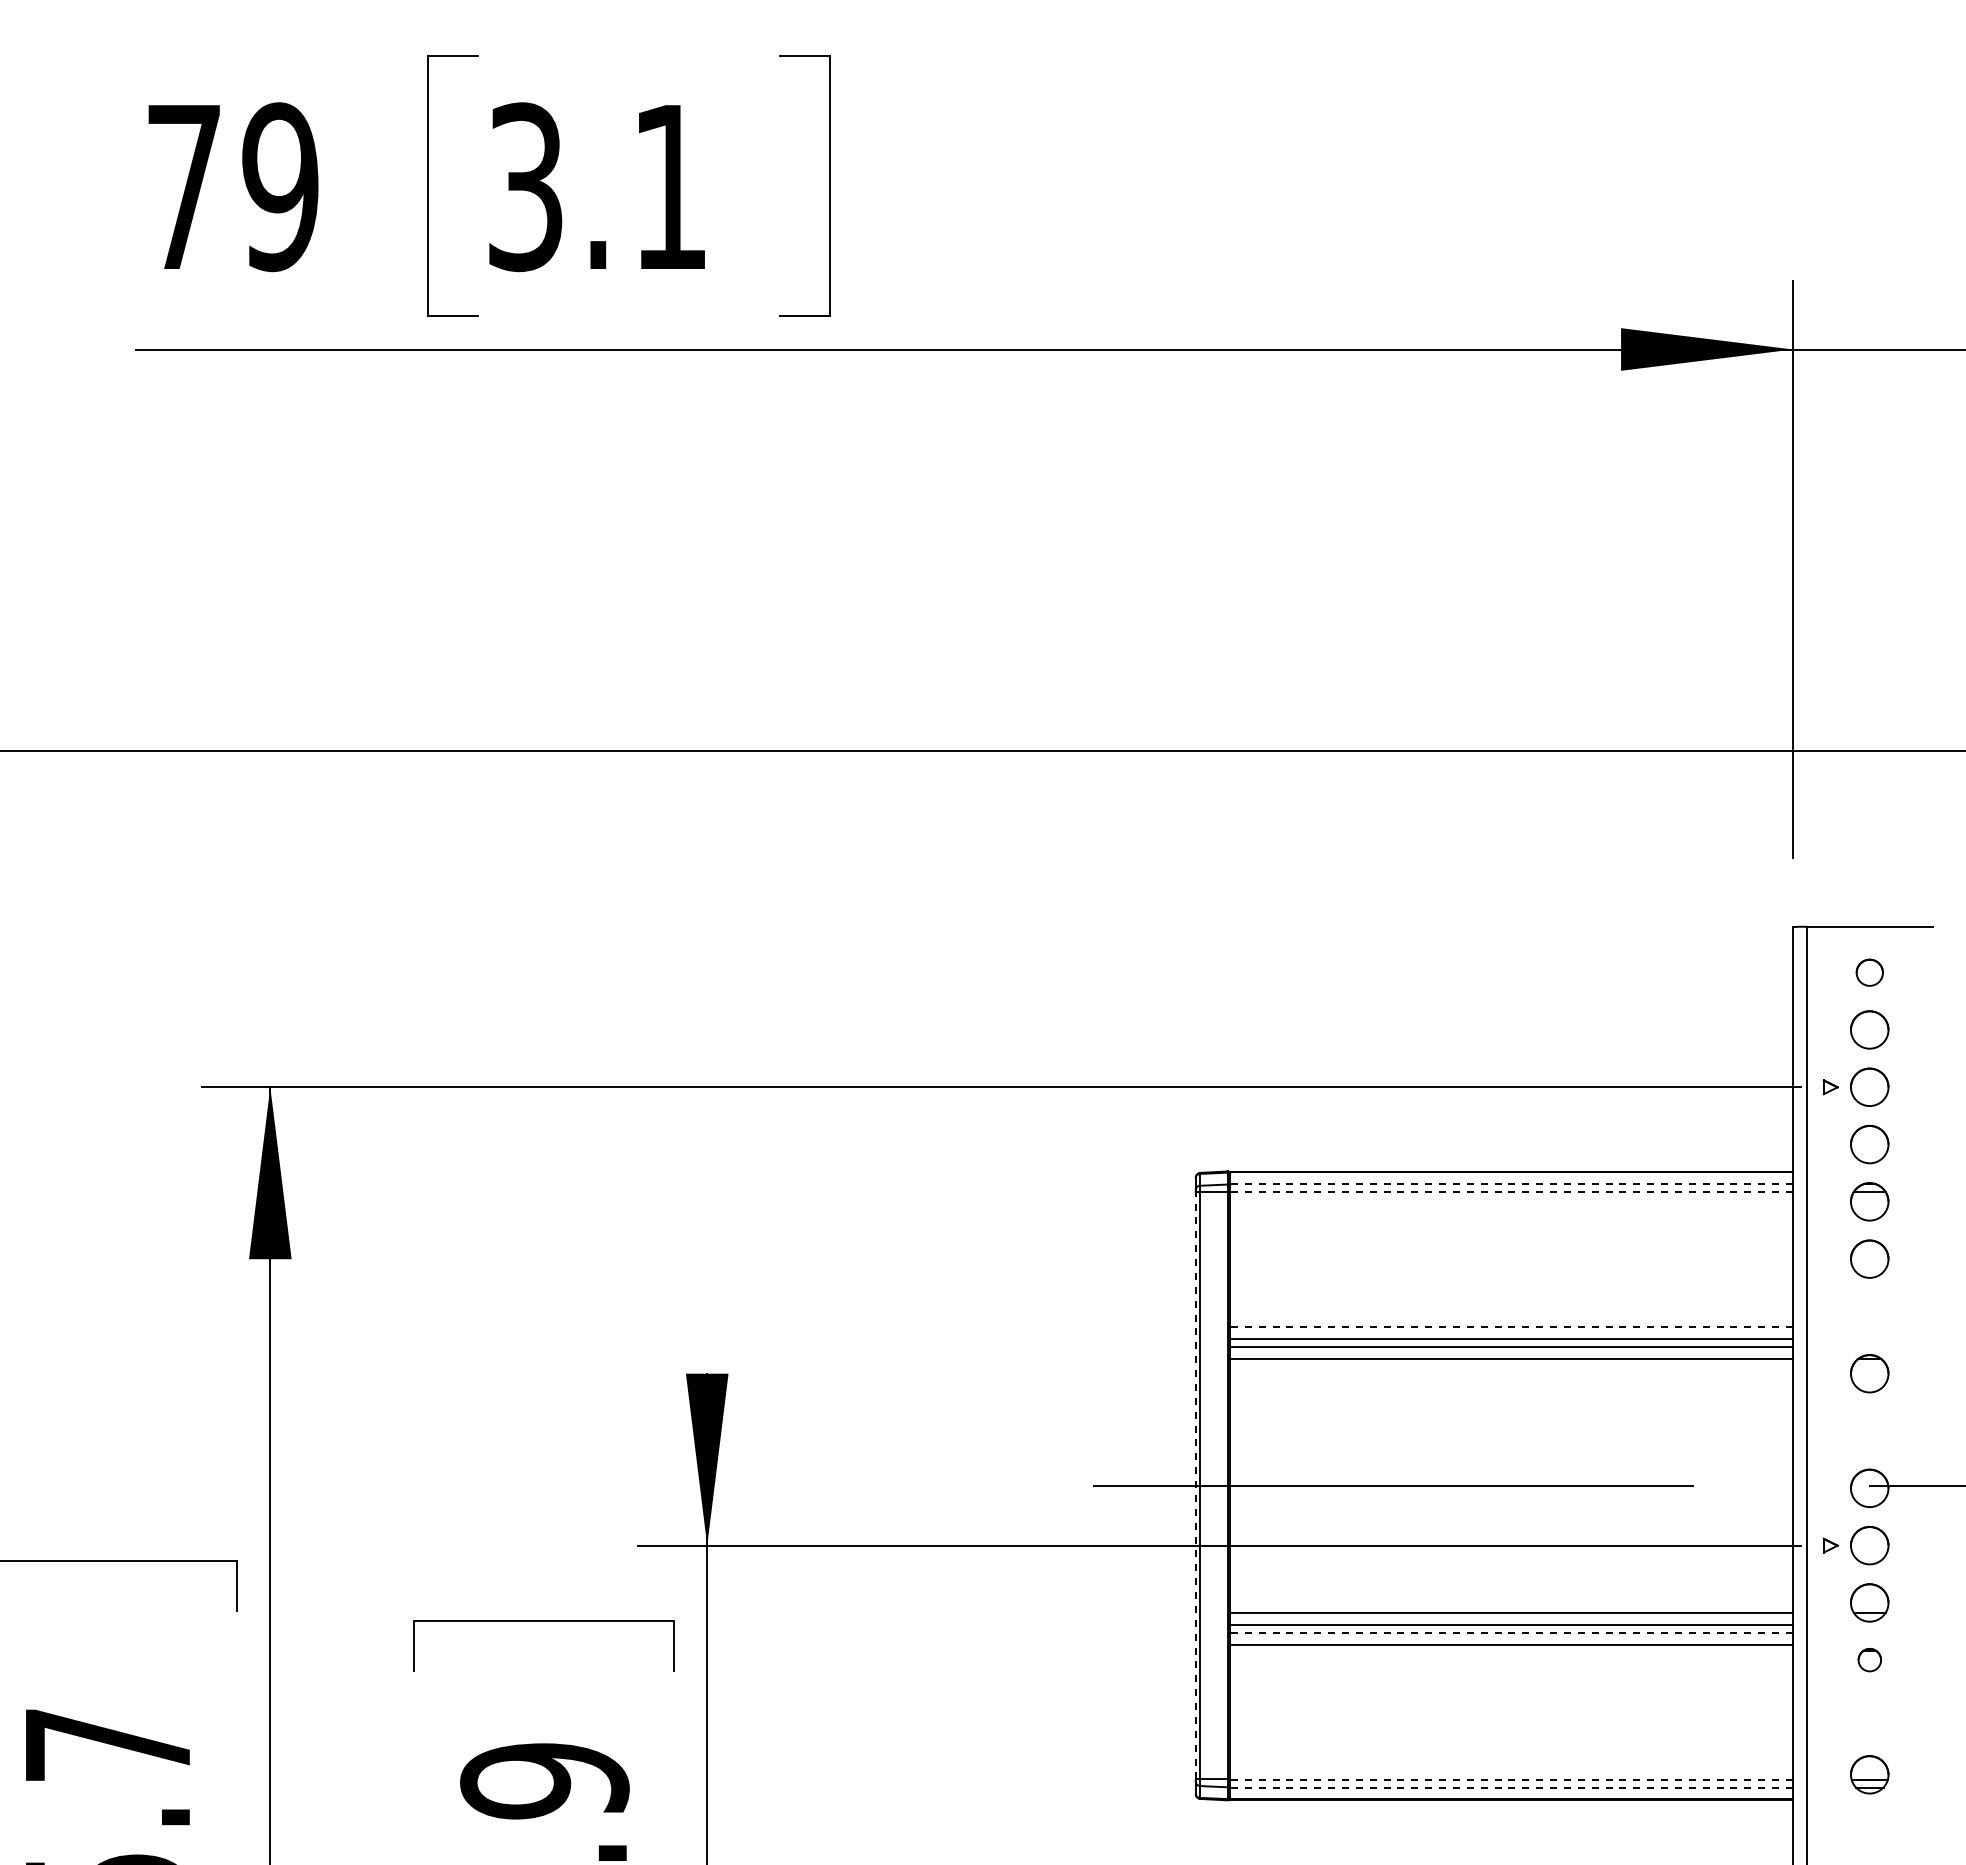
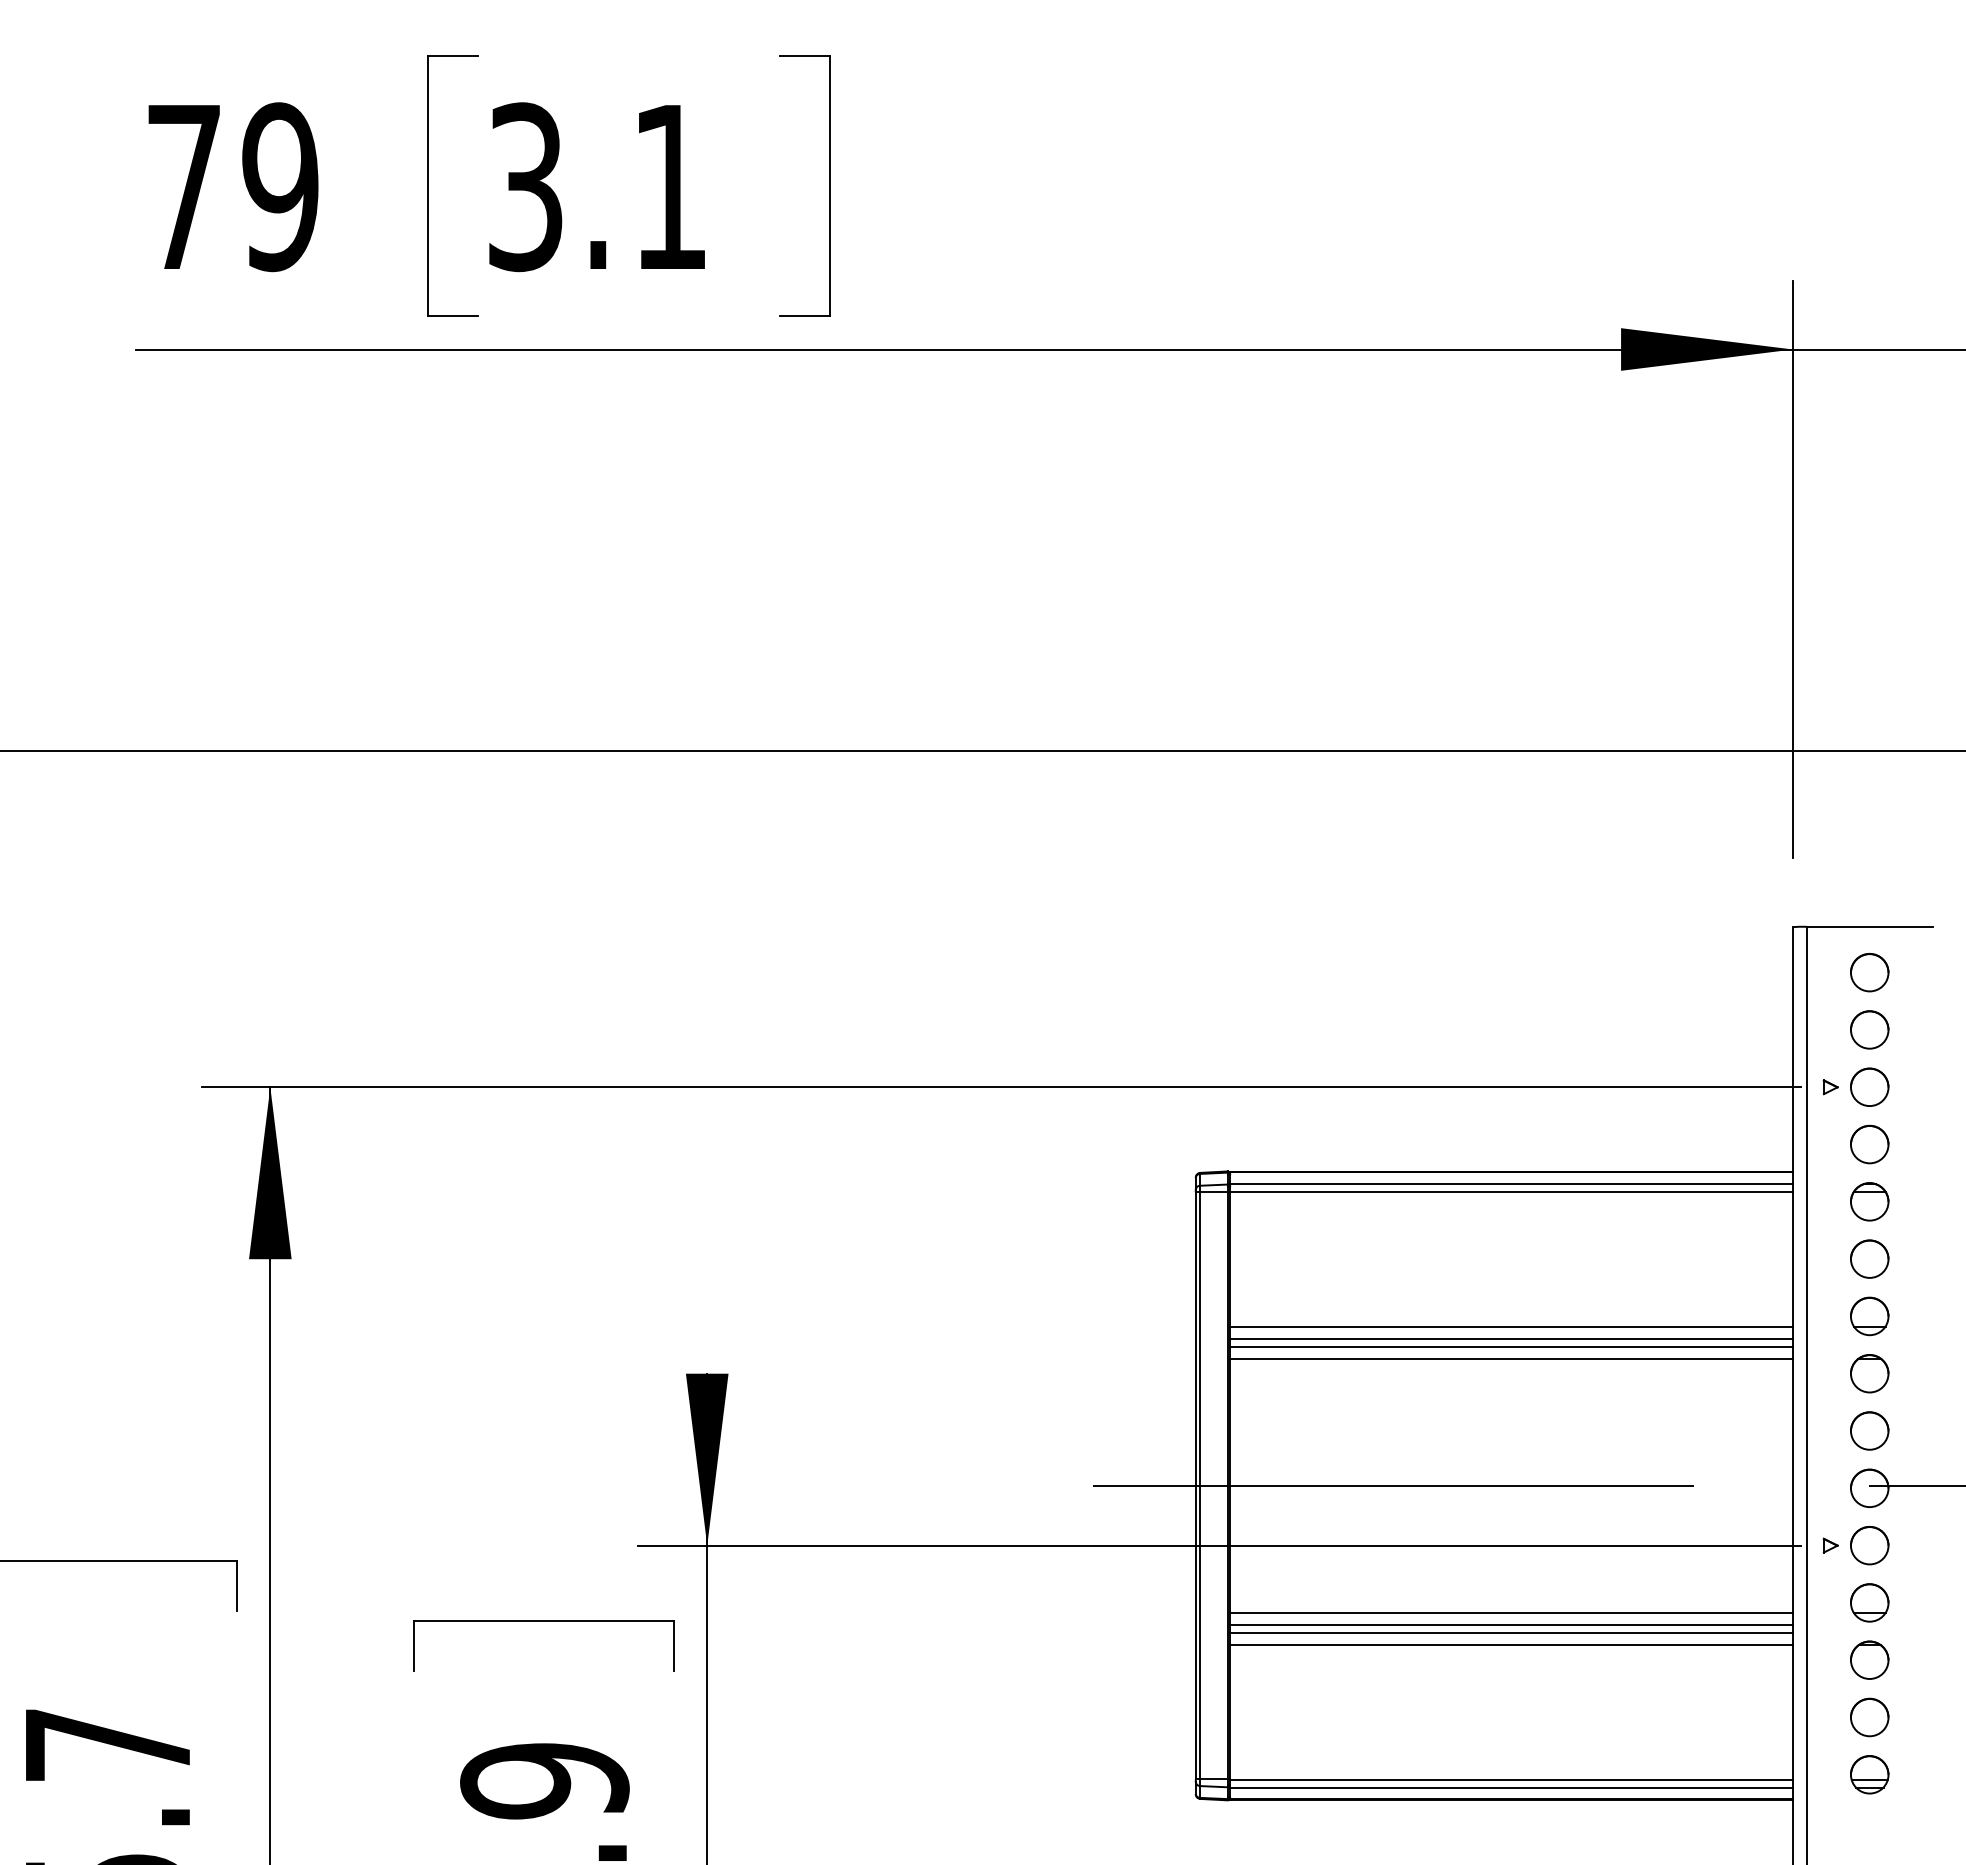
circle at (1869, 972) size: 29x29 px -> 40x40 px
line at (1511, 1184): dashed -> solid
line at (1511, 1192): dashed -> solid
part at (1869, 1316): none -> present
line at (1511, 1326): dashed -> solid
circle at (1869, 1430): none -> present
line at (1195, 1485): dashed -> solid
line at (1511, 1632): dashed -> solid
part at (1869, 1660) size: 25x25 px -> 40x40 px
part at (1869, 1717): none -> present
line at (1511, 1779): dashed -> solid
line at (1511, 1787): dashed -> solid
